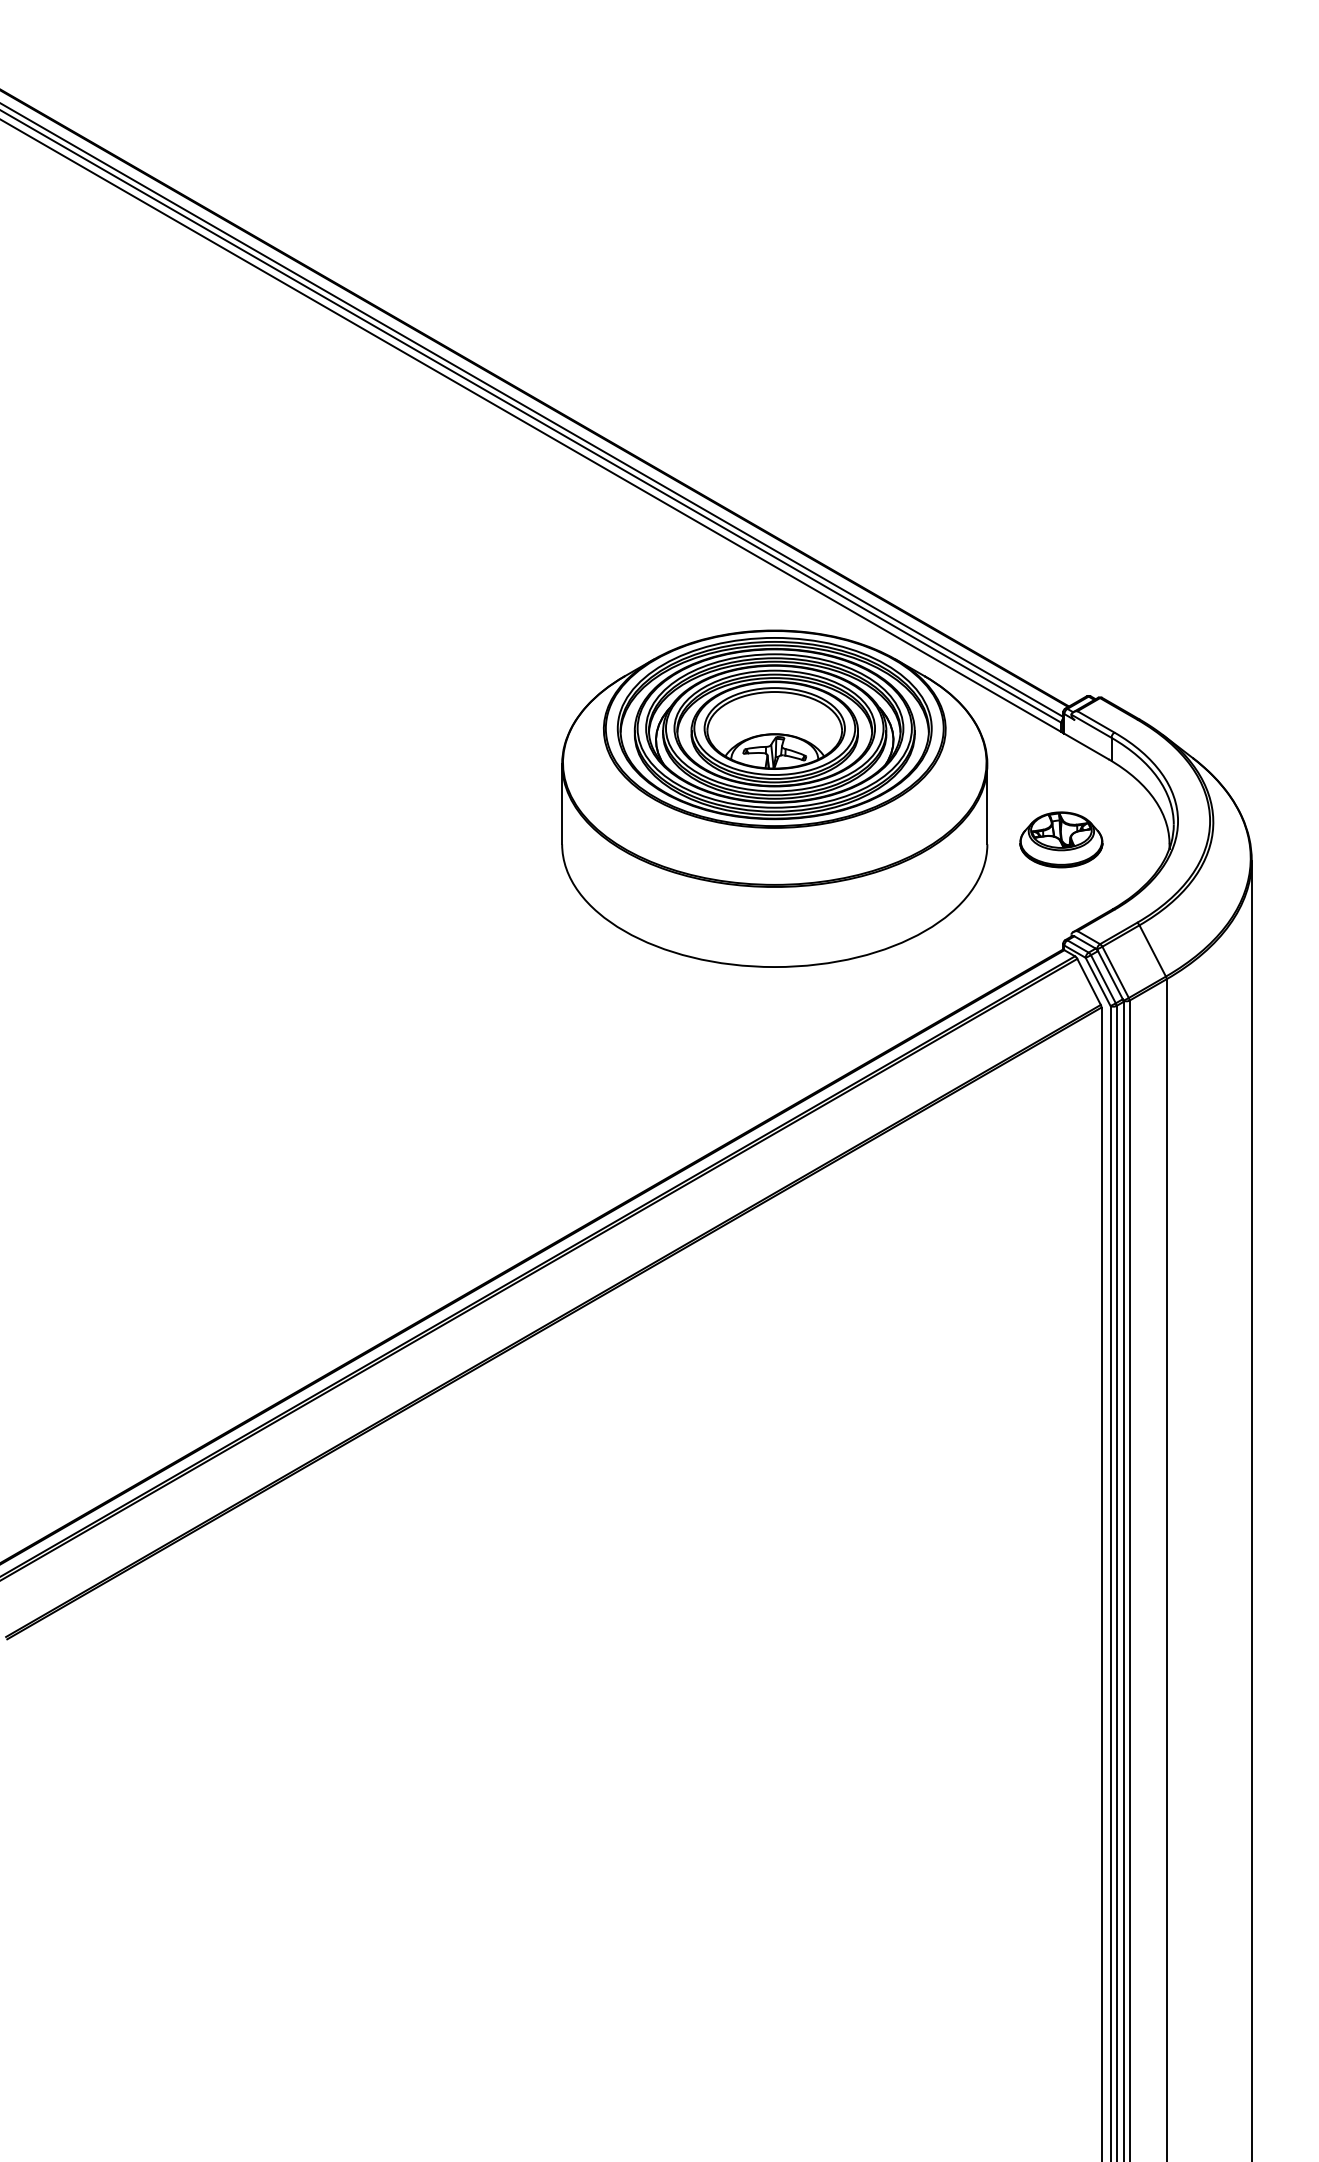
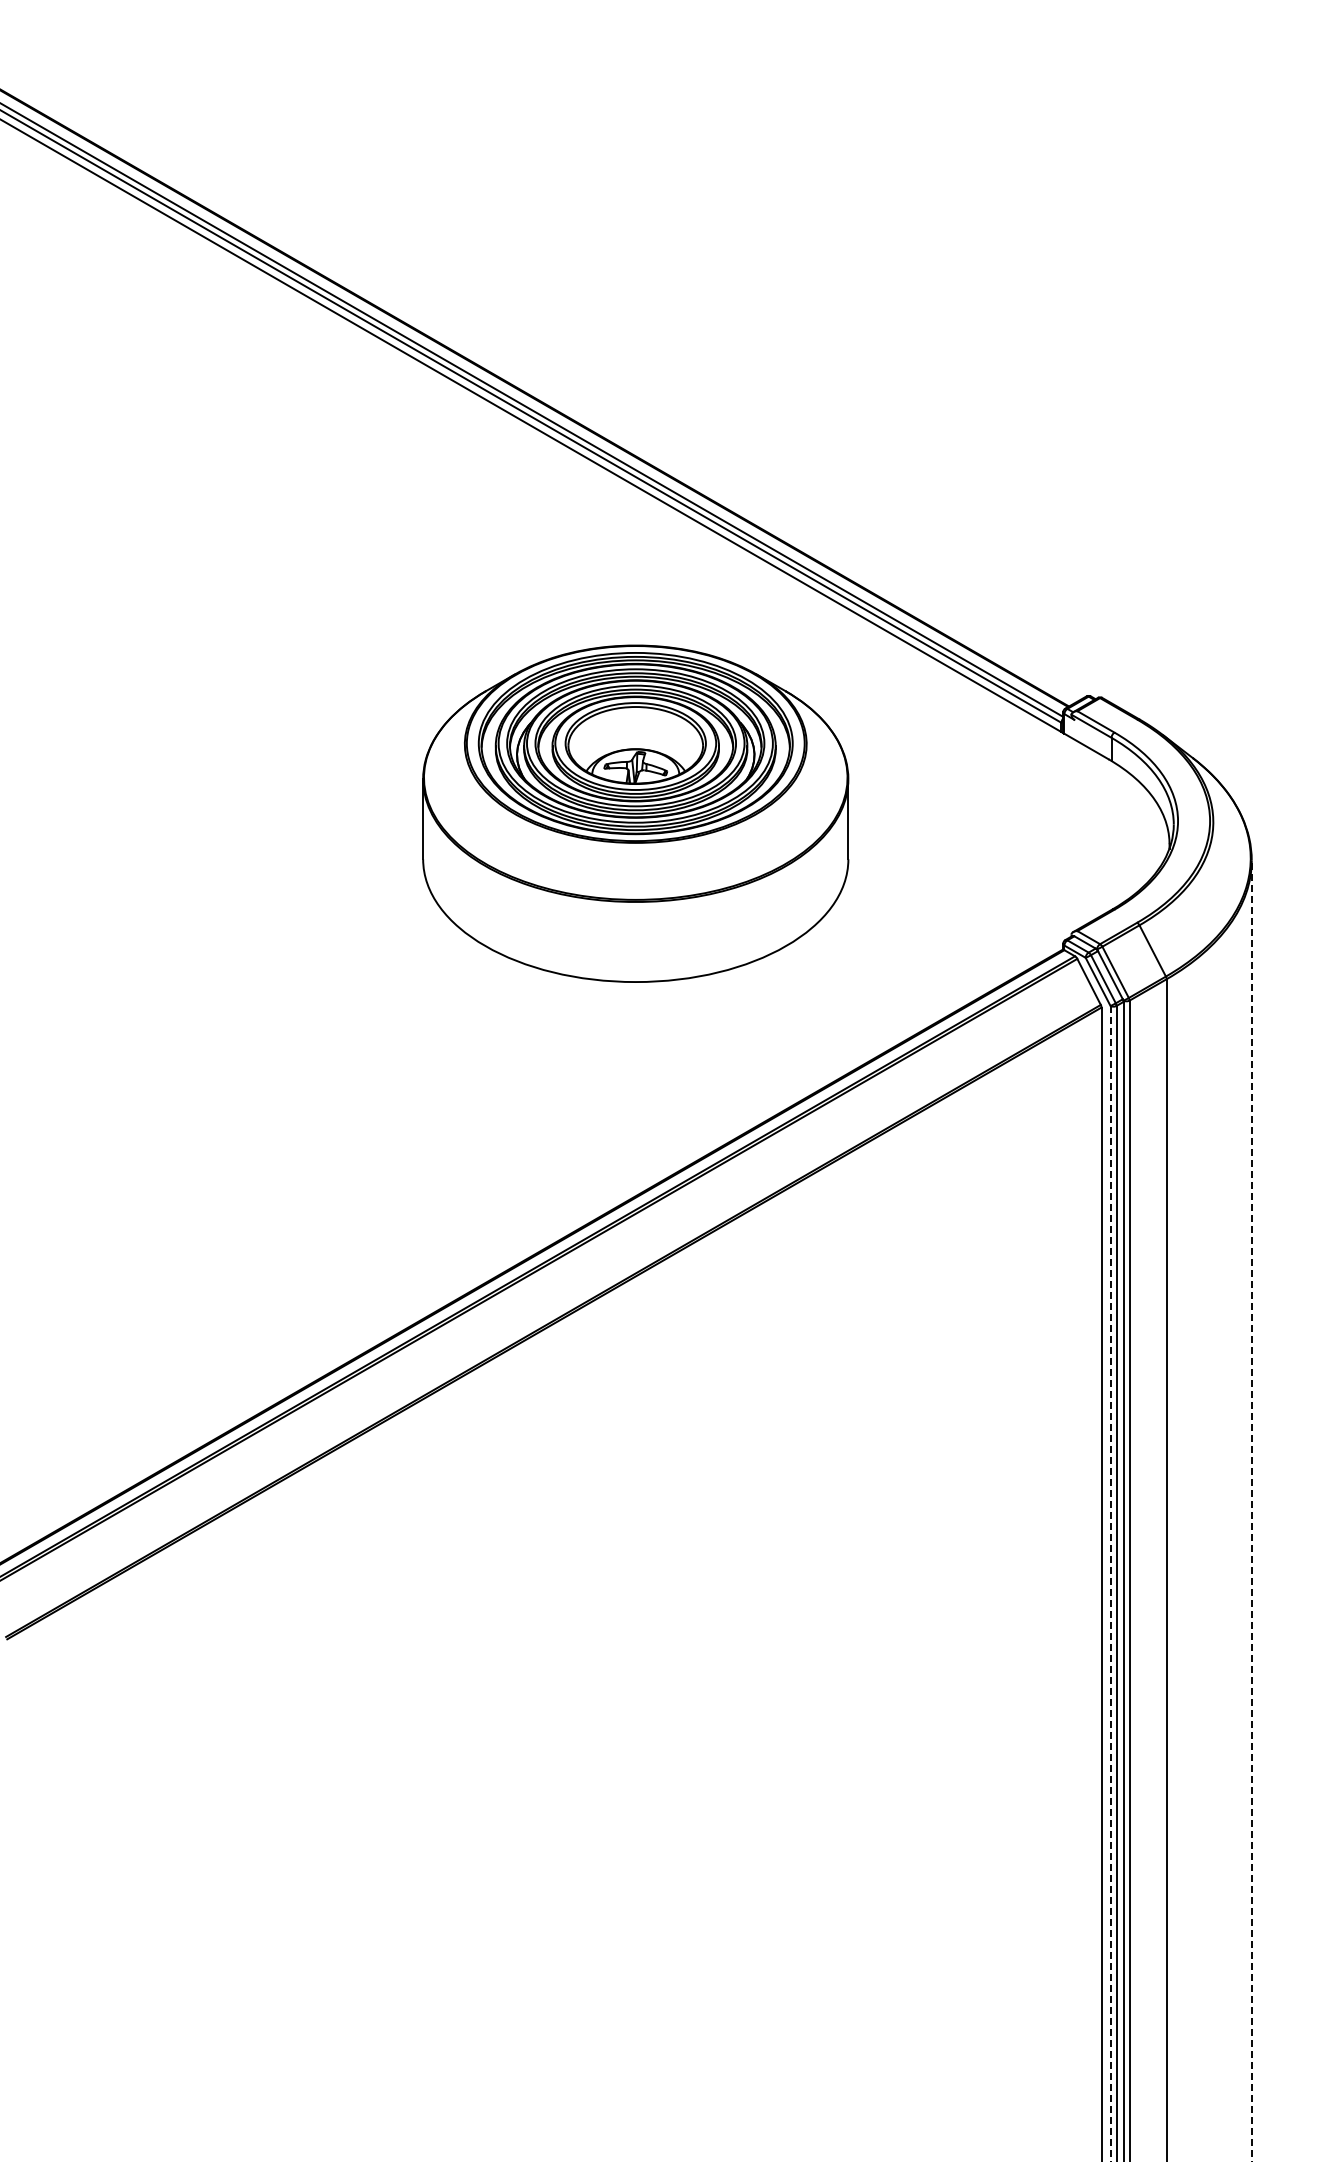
part at (774, 798) position: (774, 798) -> (635, 813)
part at (1061, 839): present -> none
line at (1251, 1510): solid -> dashed
line at (1110, 1583): solid -> dashed
